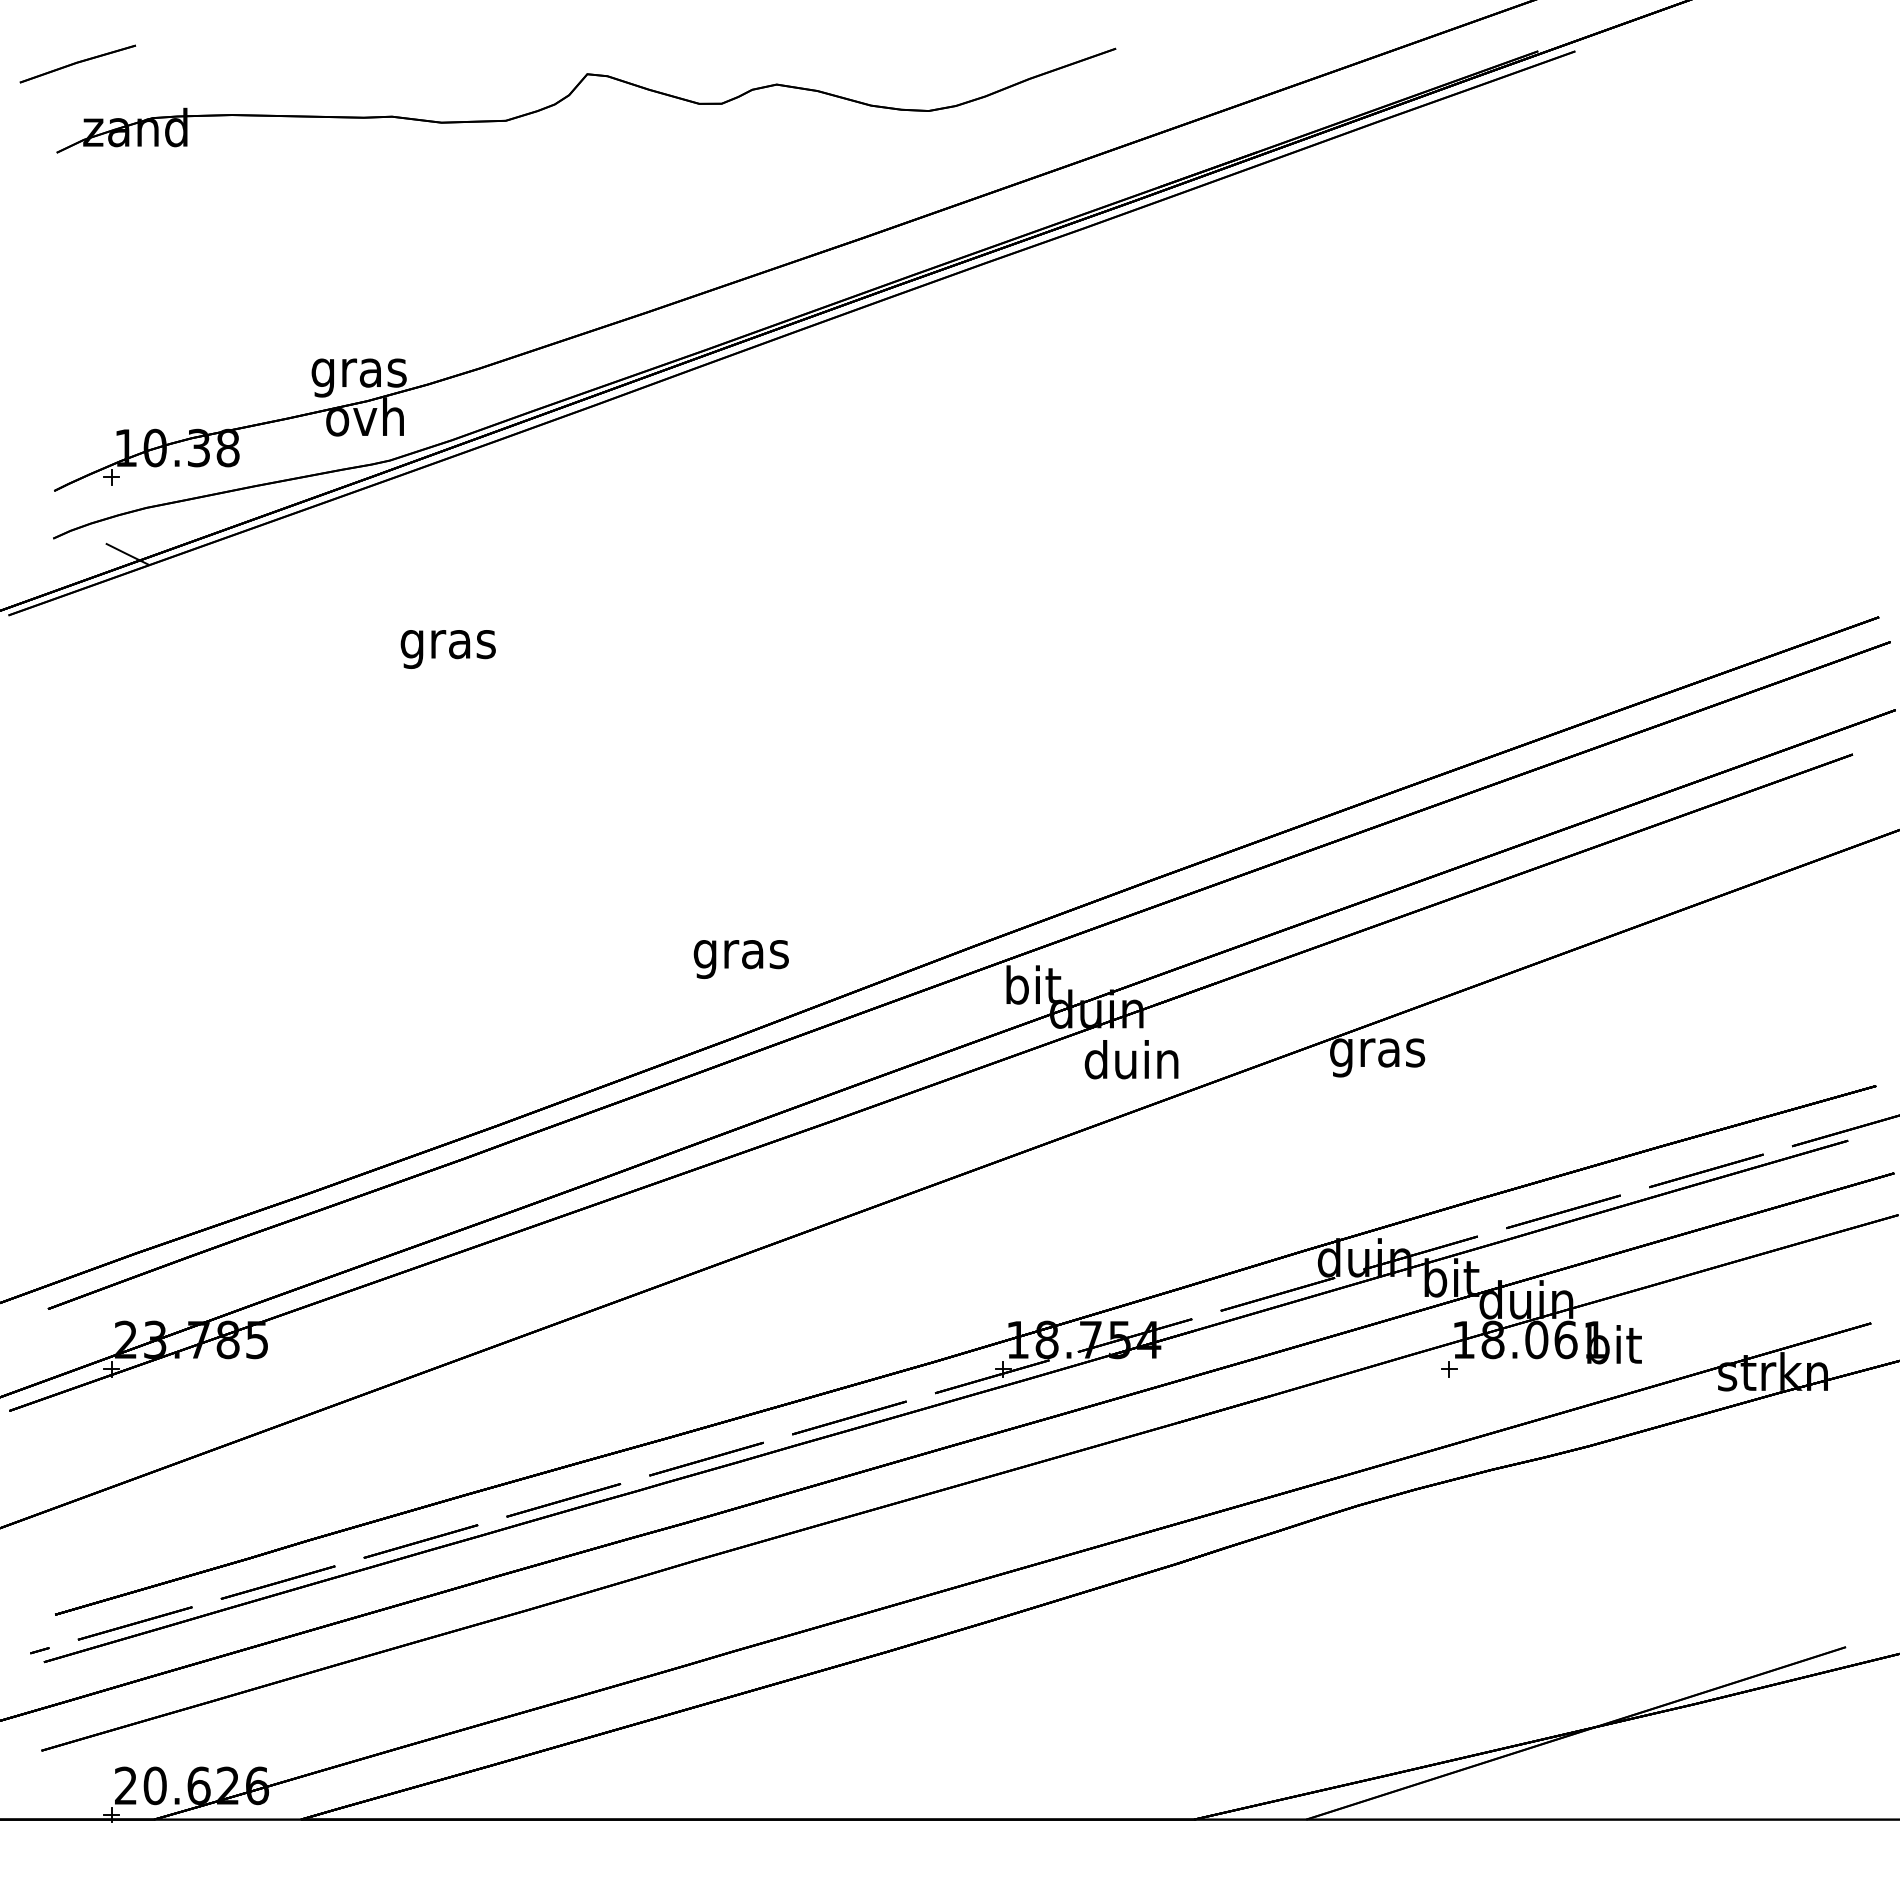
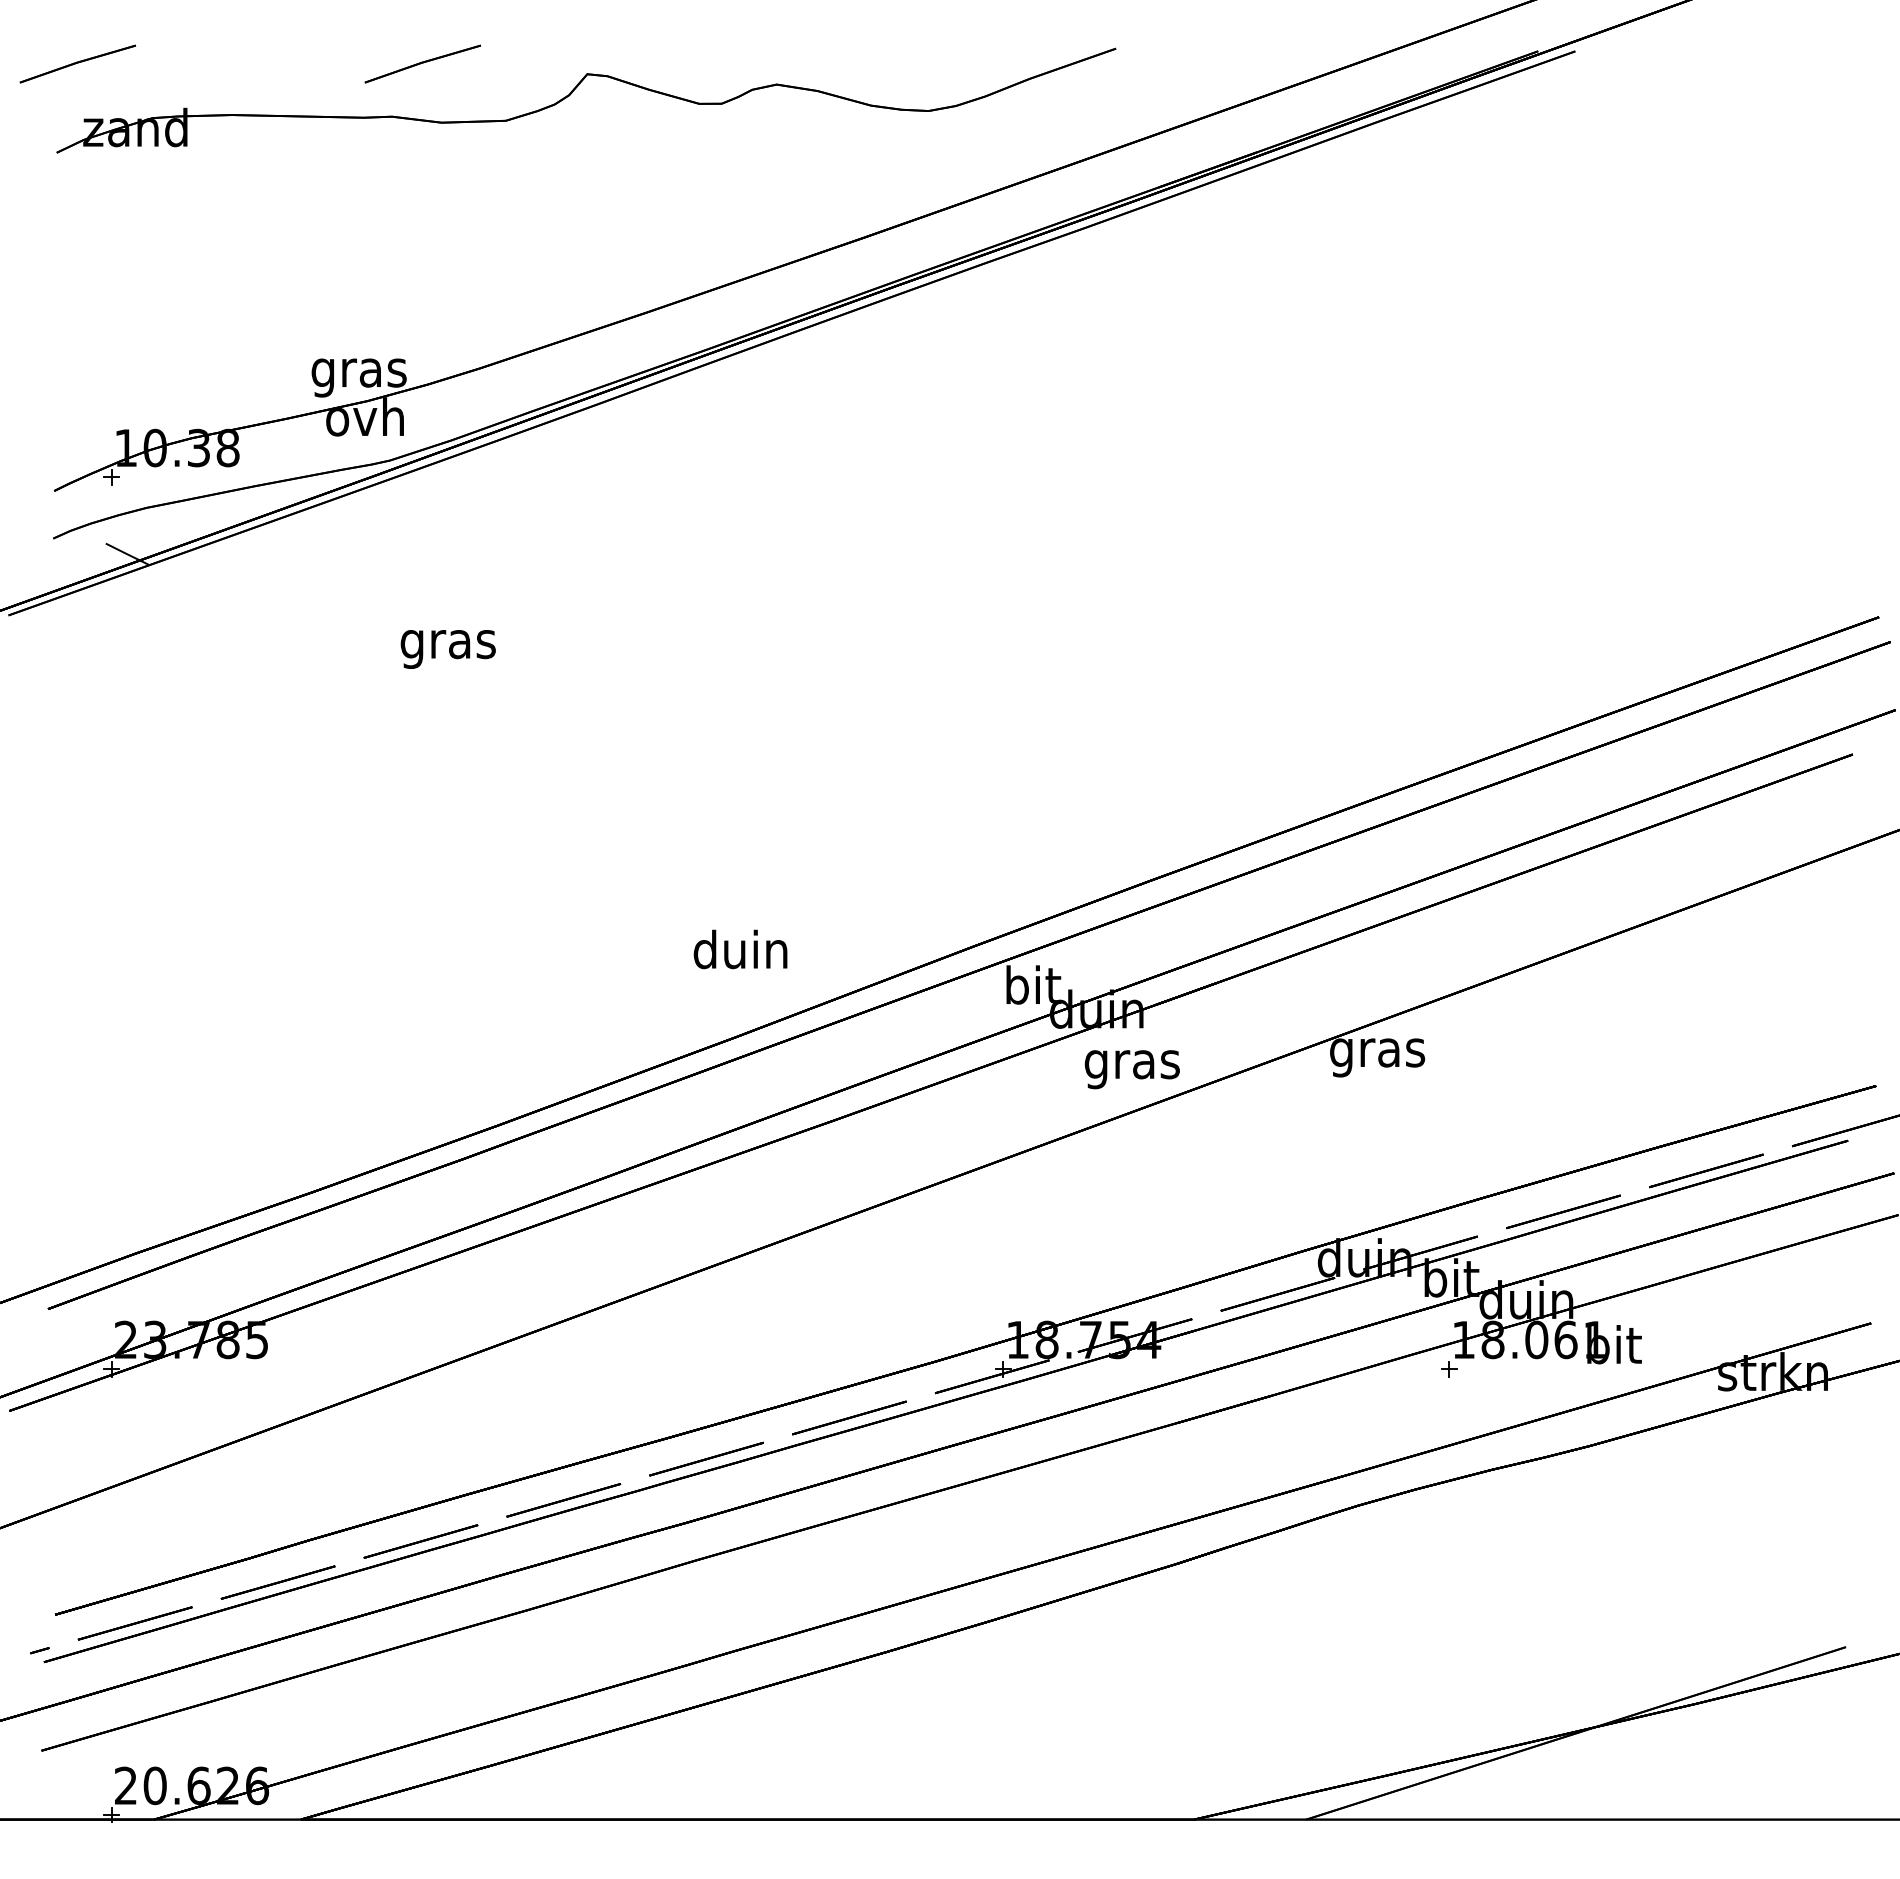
part at (422, 63): none -> present
text at (741, 954): gras -> duin
text at (1132, 1064): duin -> gras
